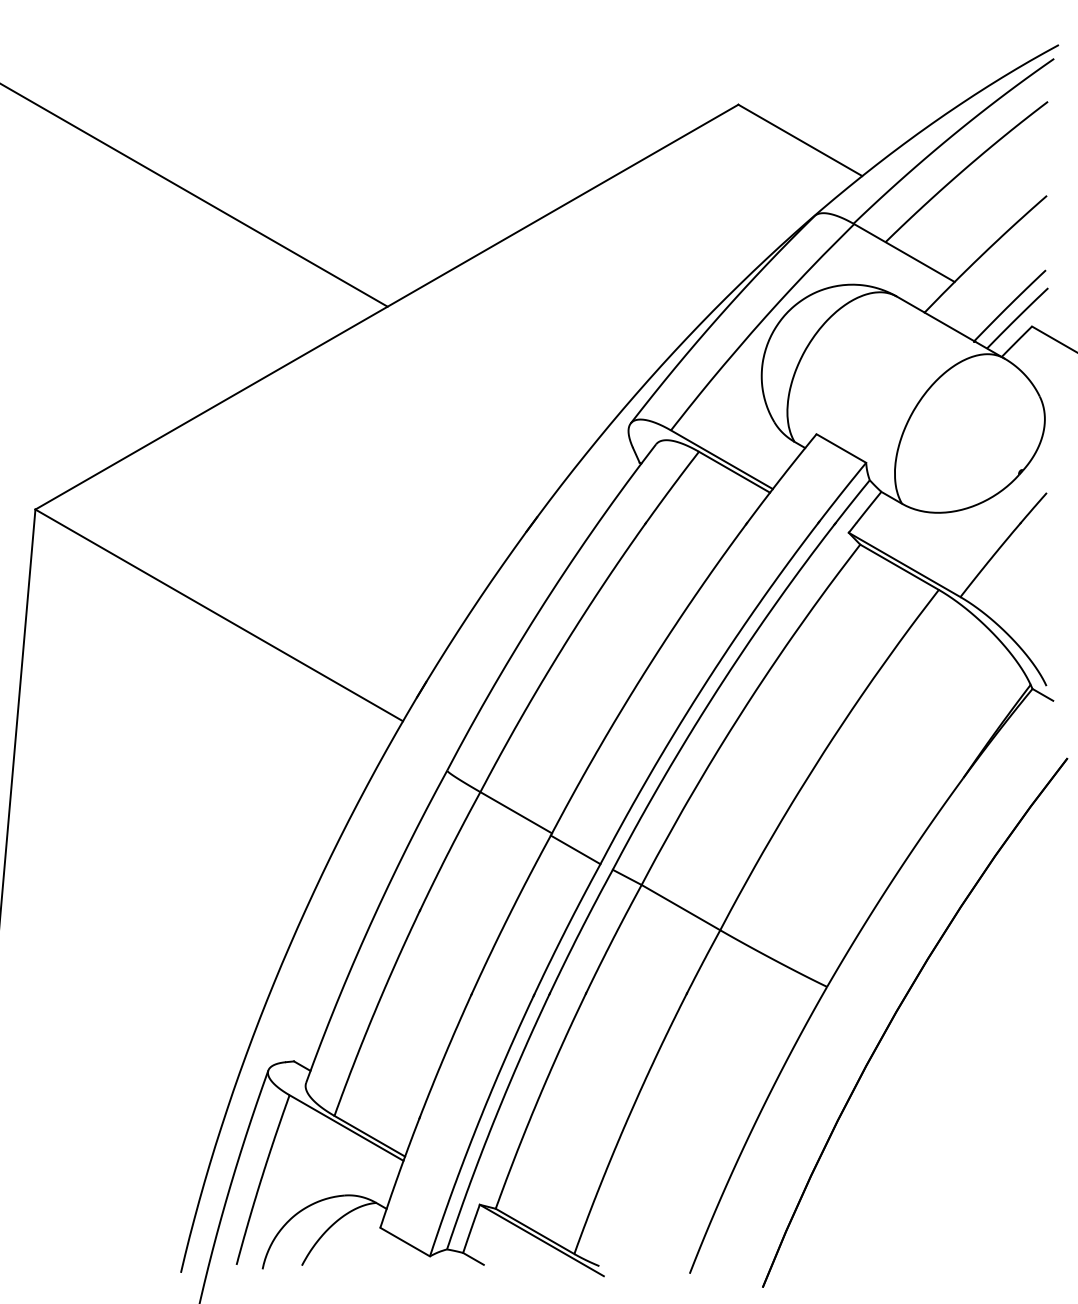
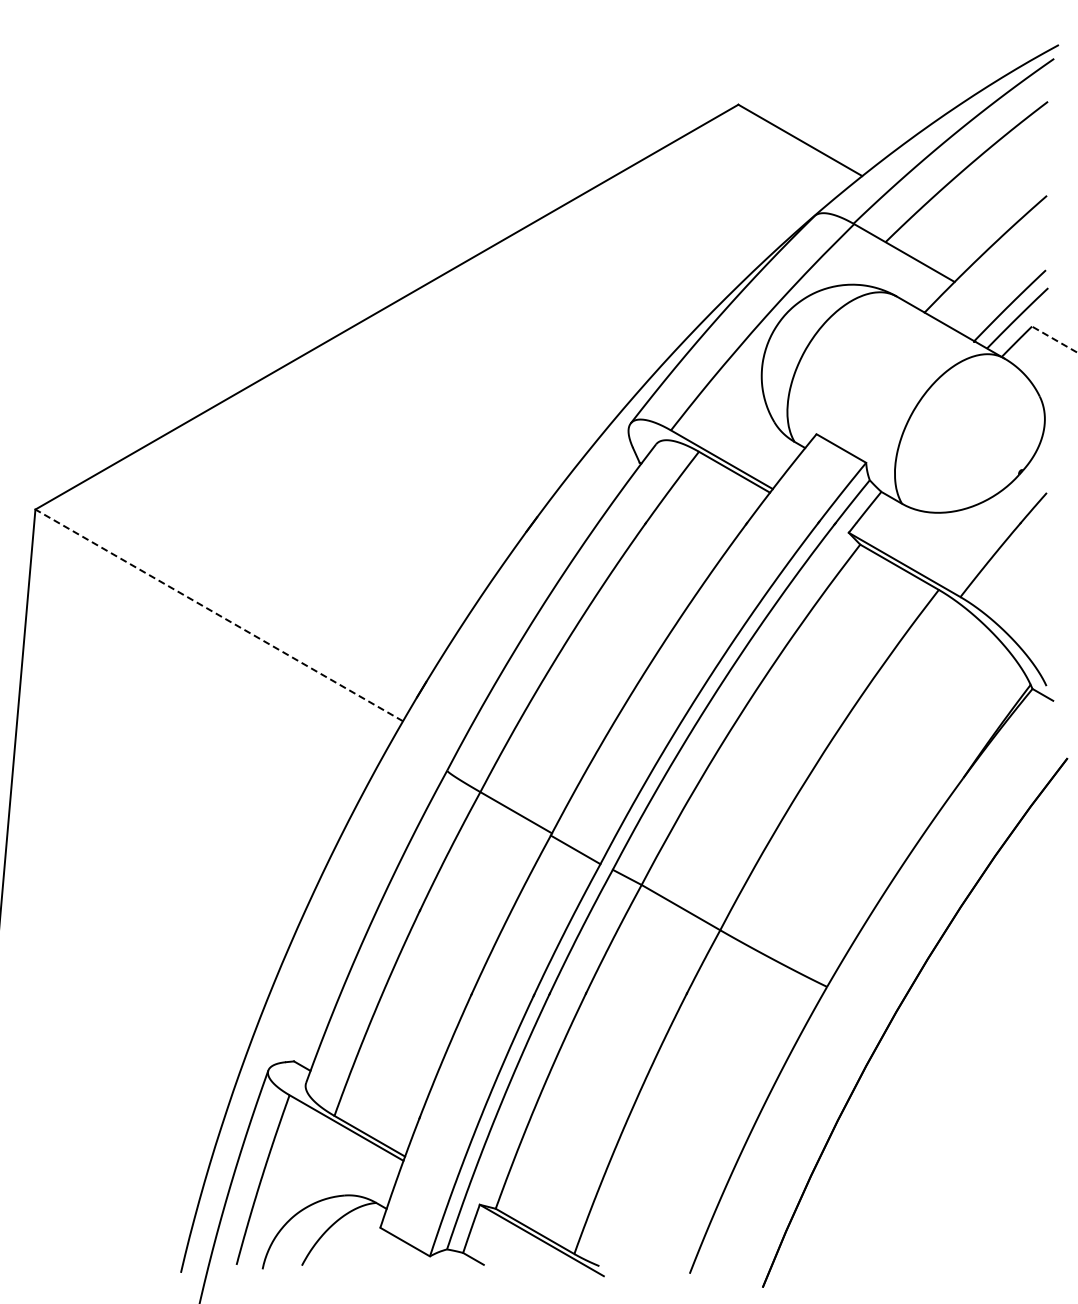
line at (194, 195): present -> none
line at (1054, 339): solid -> dashed
line at (218, 615): solid -> dashed
